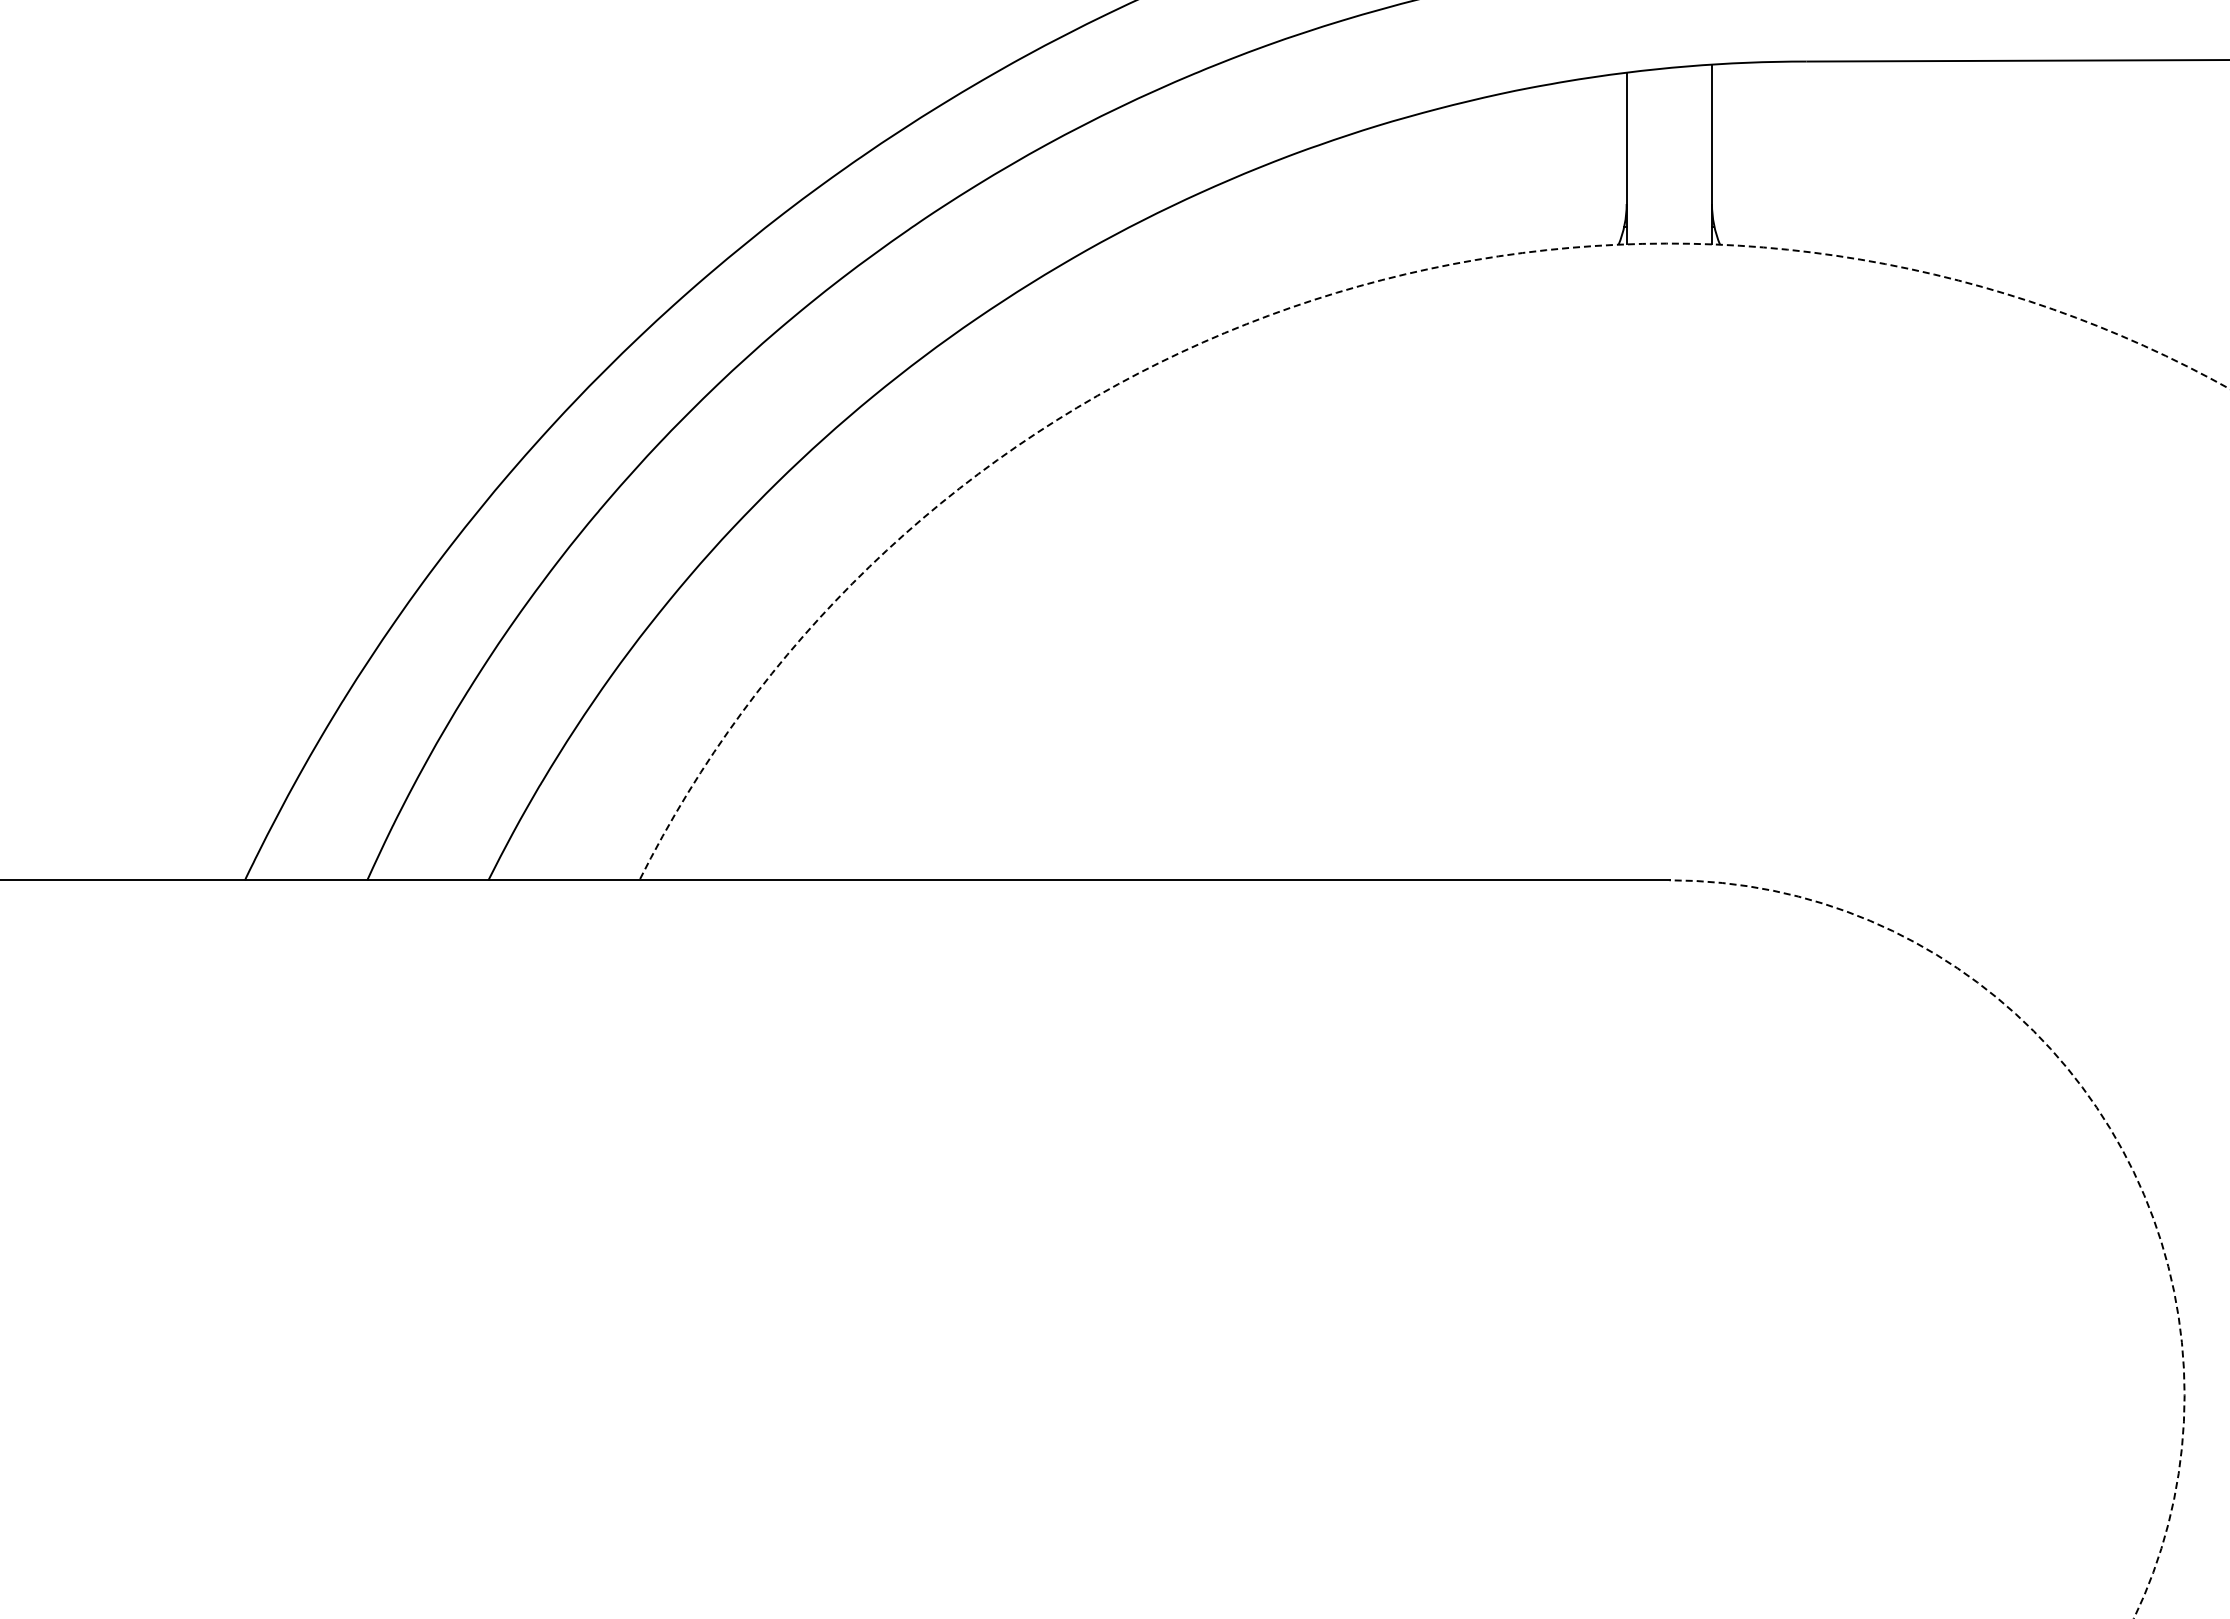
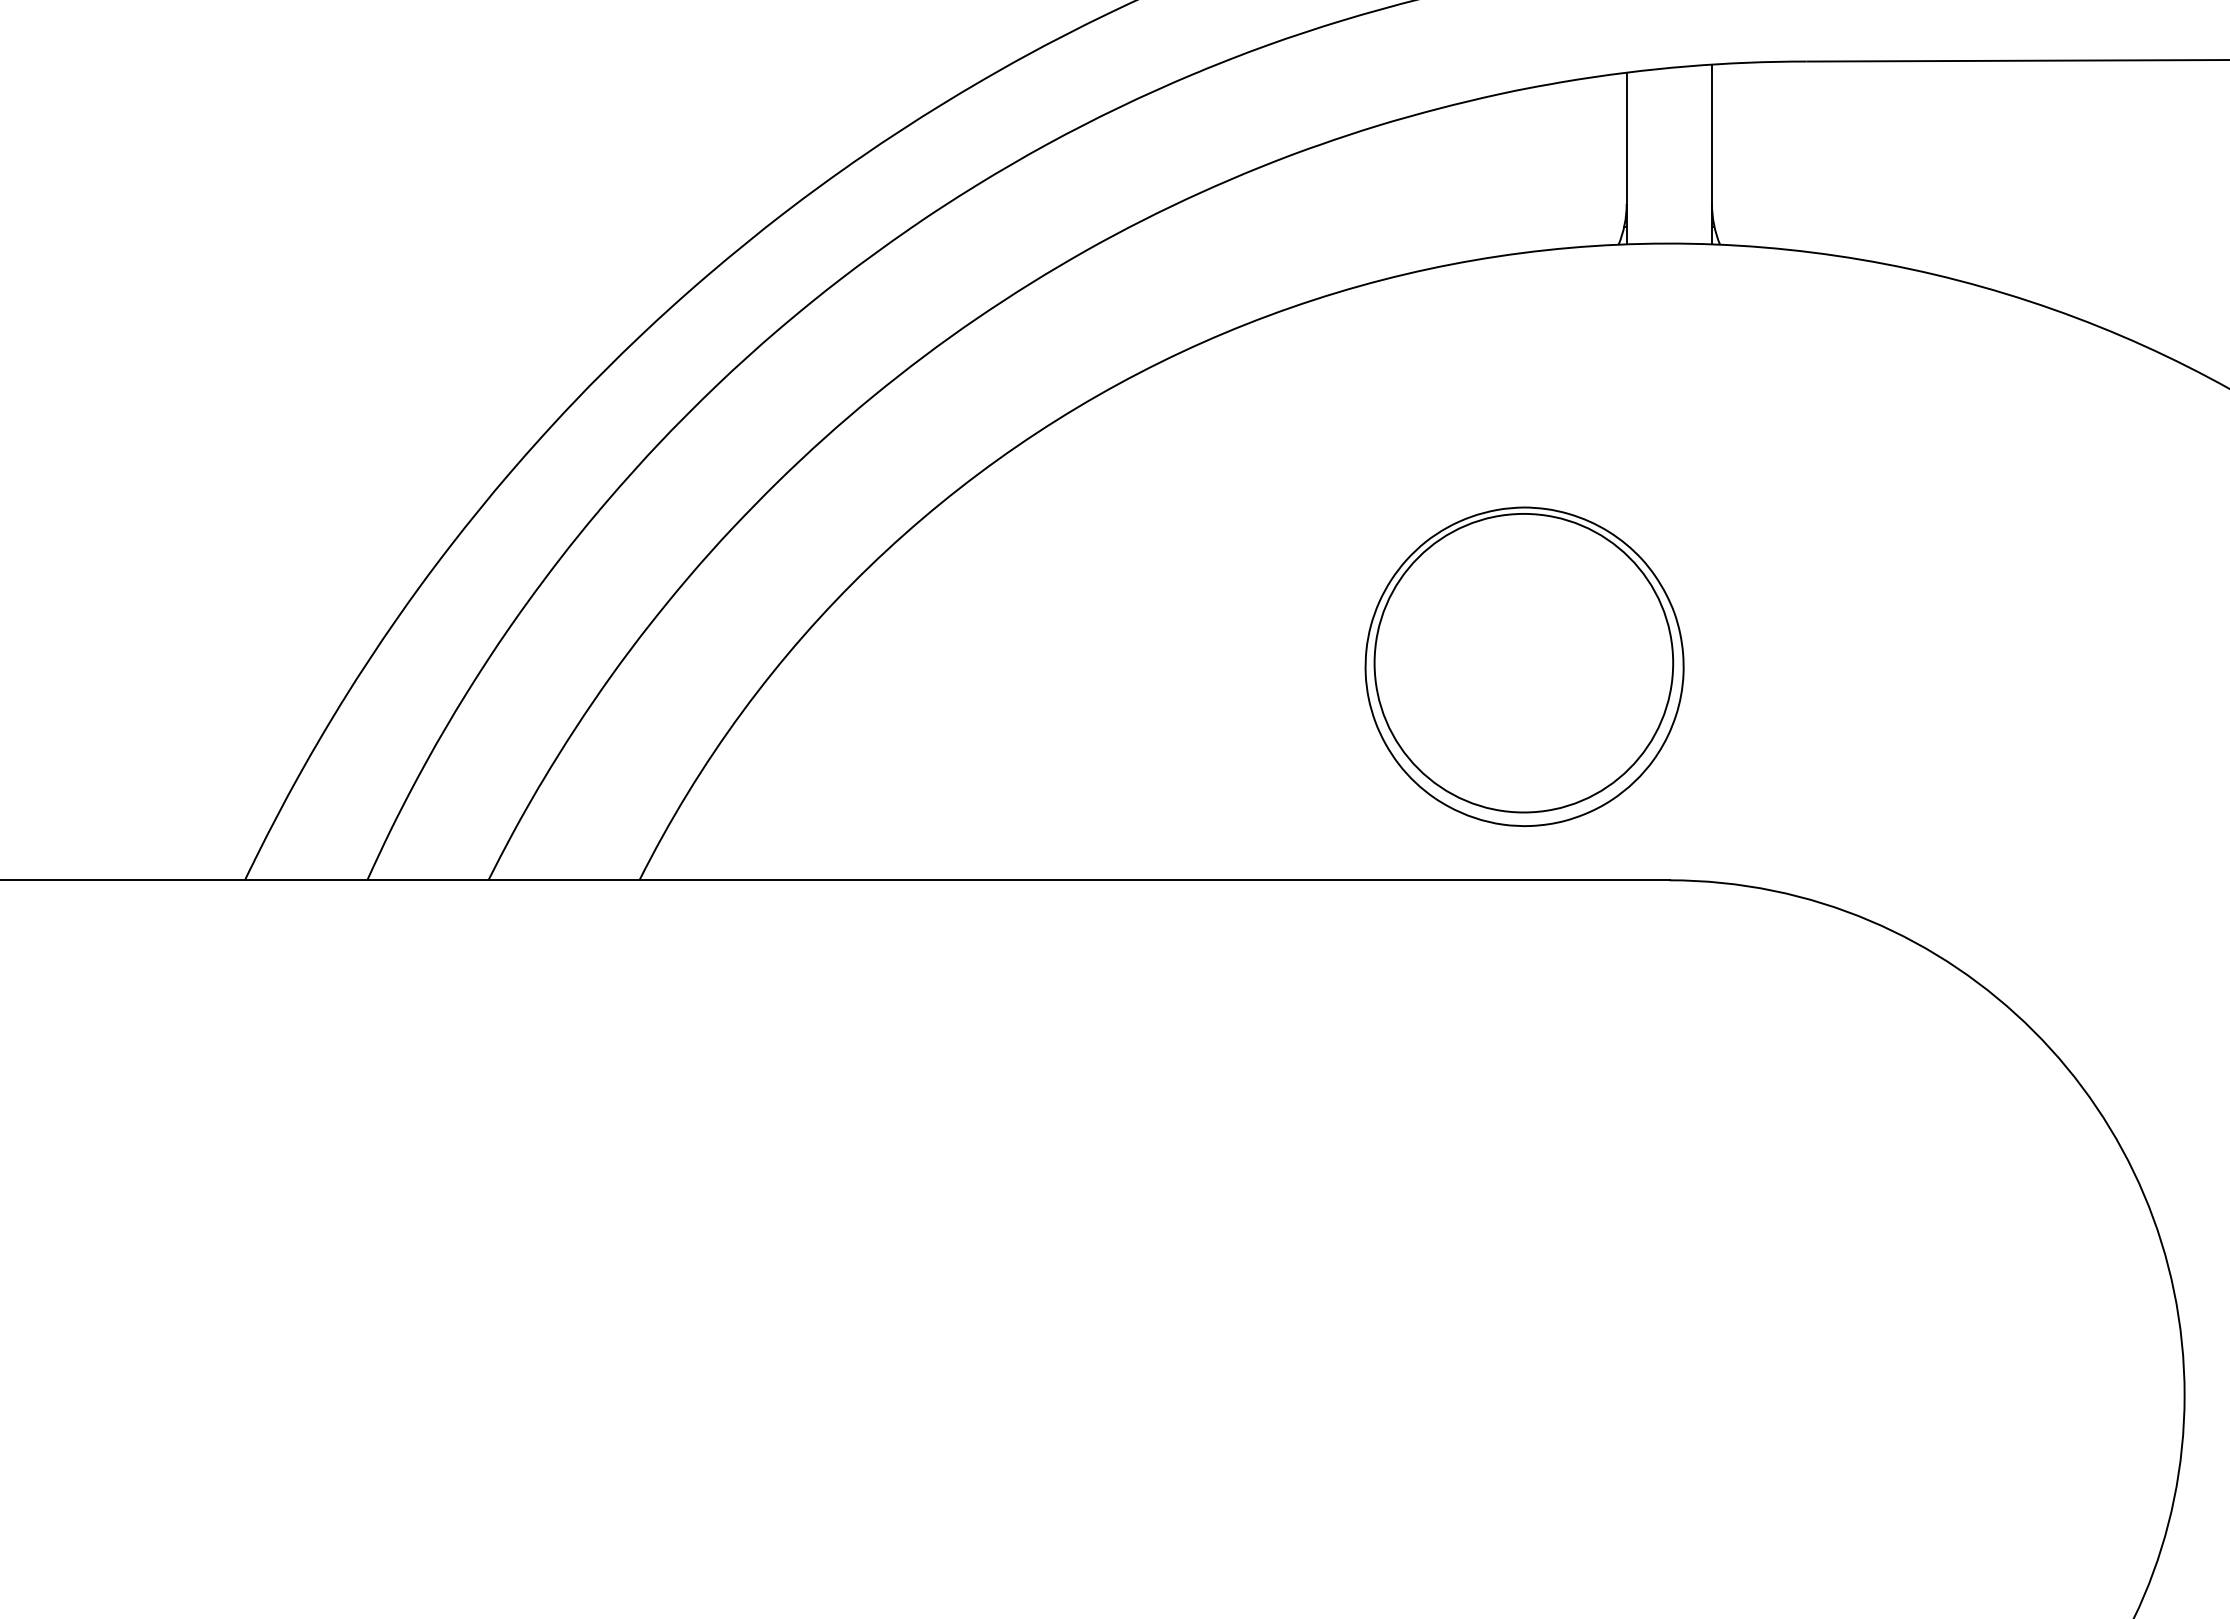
arc at (1330, 294): dashed -> solid
part at (1524, 666): none -> present
arc at (2104, 1119): dashed -> solid
